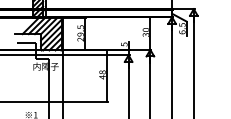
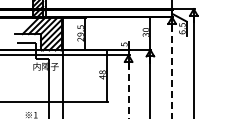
line at (172, 71): solid -> dashed
line at (128, 90): solid -> dashed
